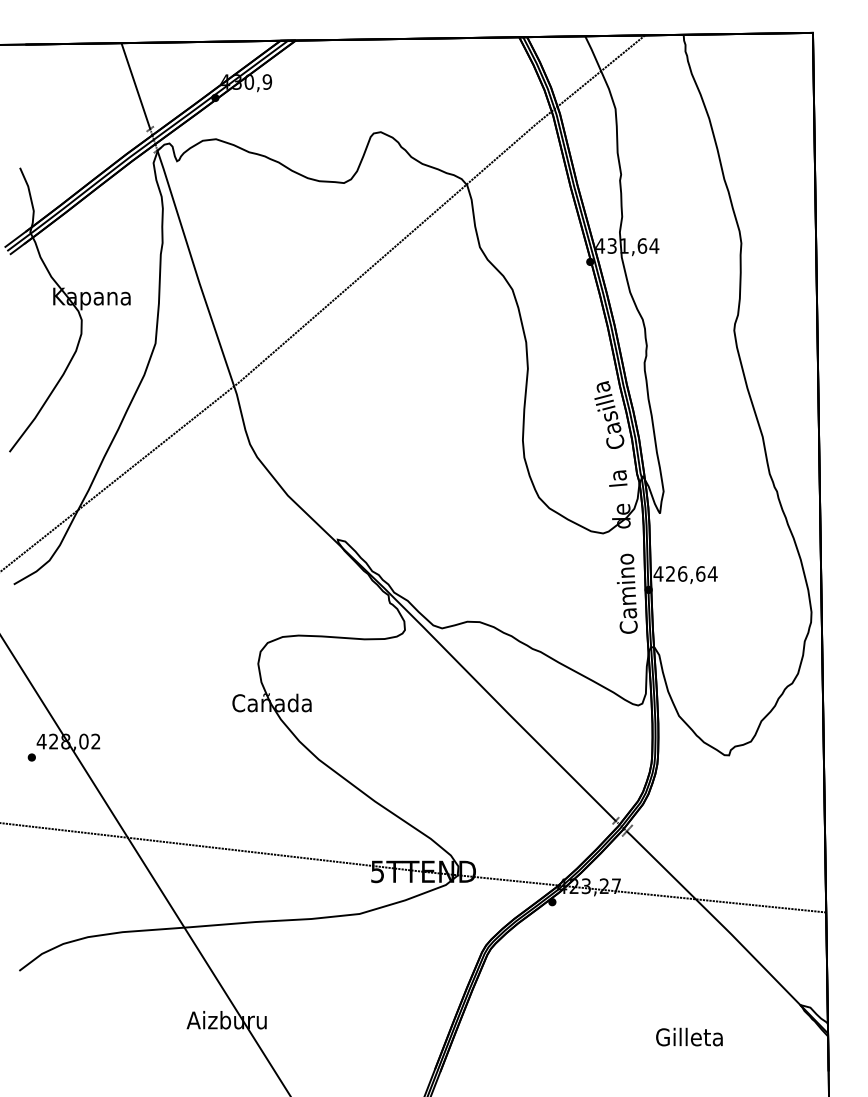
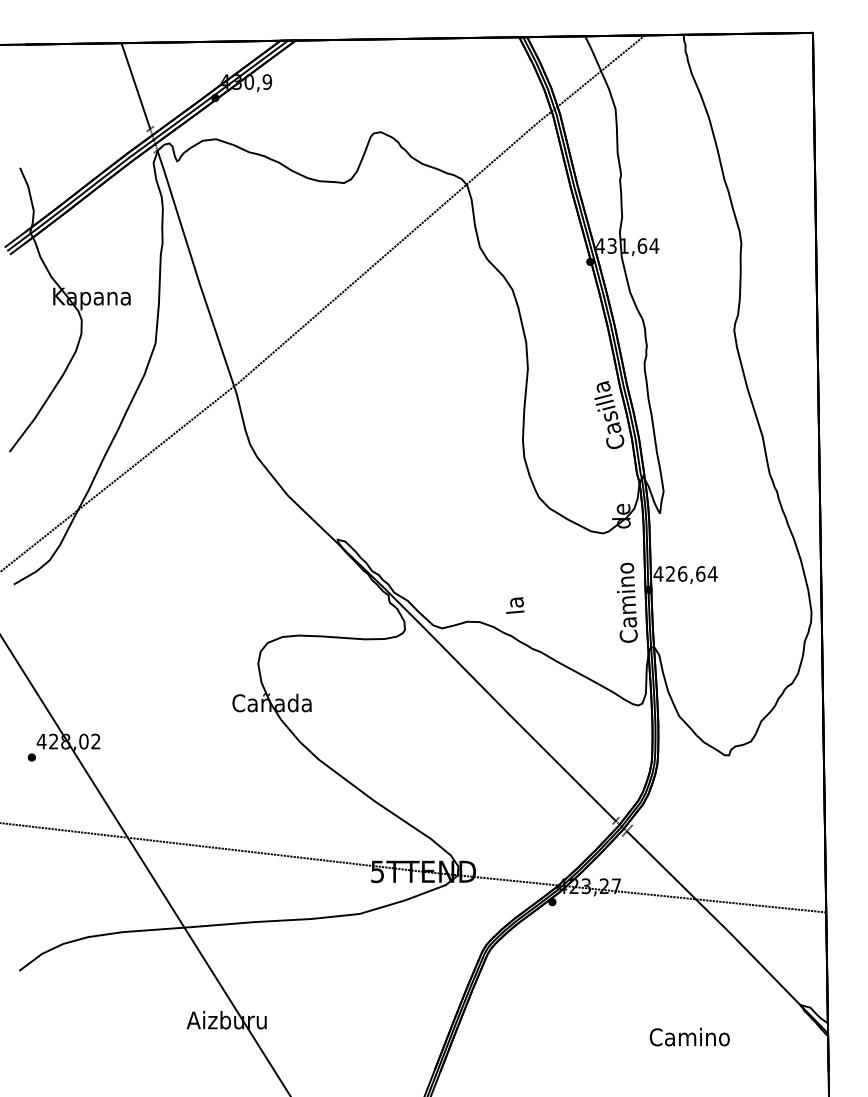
text at (618, 478) position: (618, 478) -> (515, 605)
text at (627, 593) position: (627, 593) -> (627, 602)
text at (689, 1036): Gilleta -> Camino
